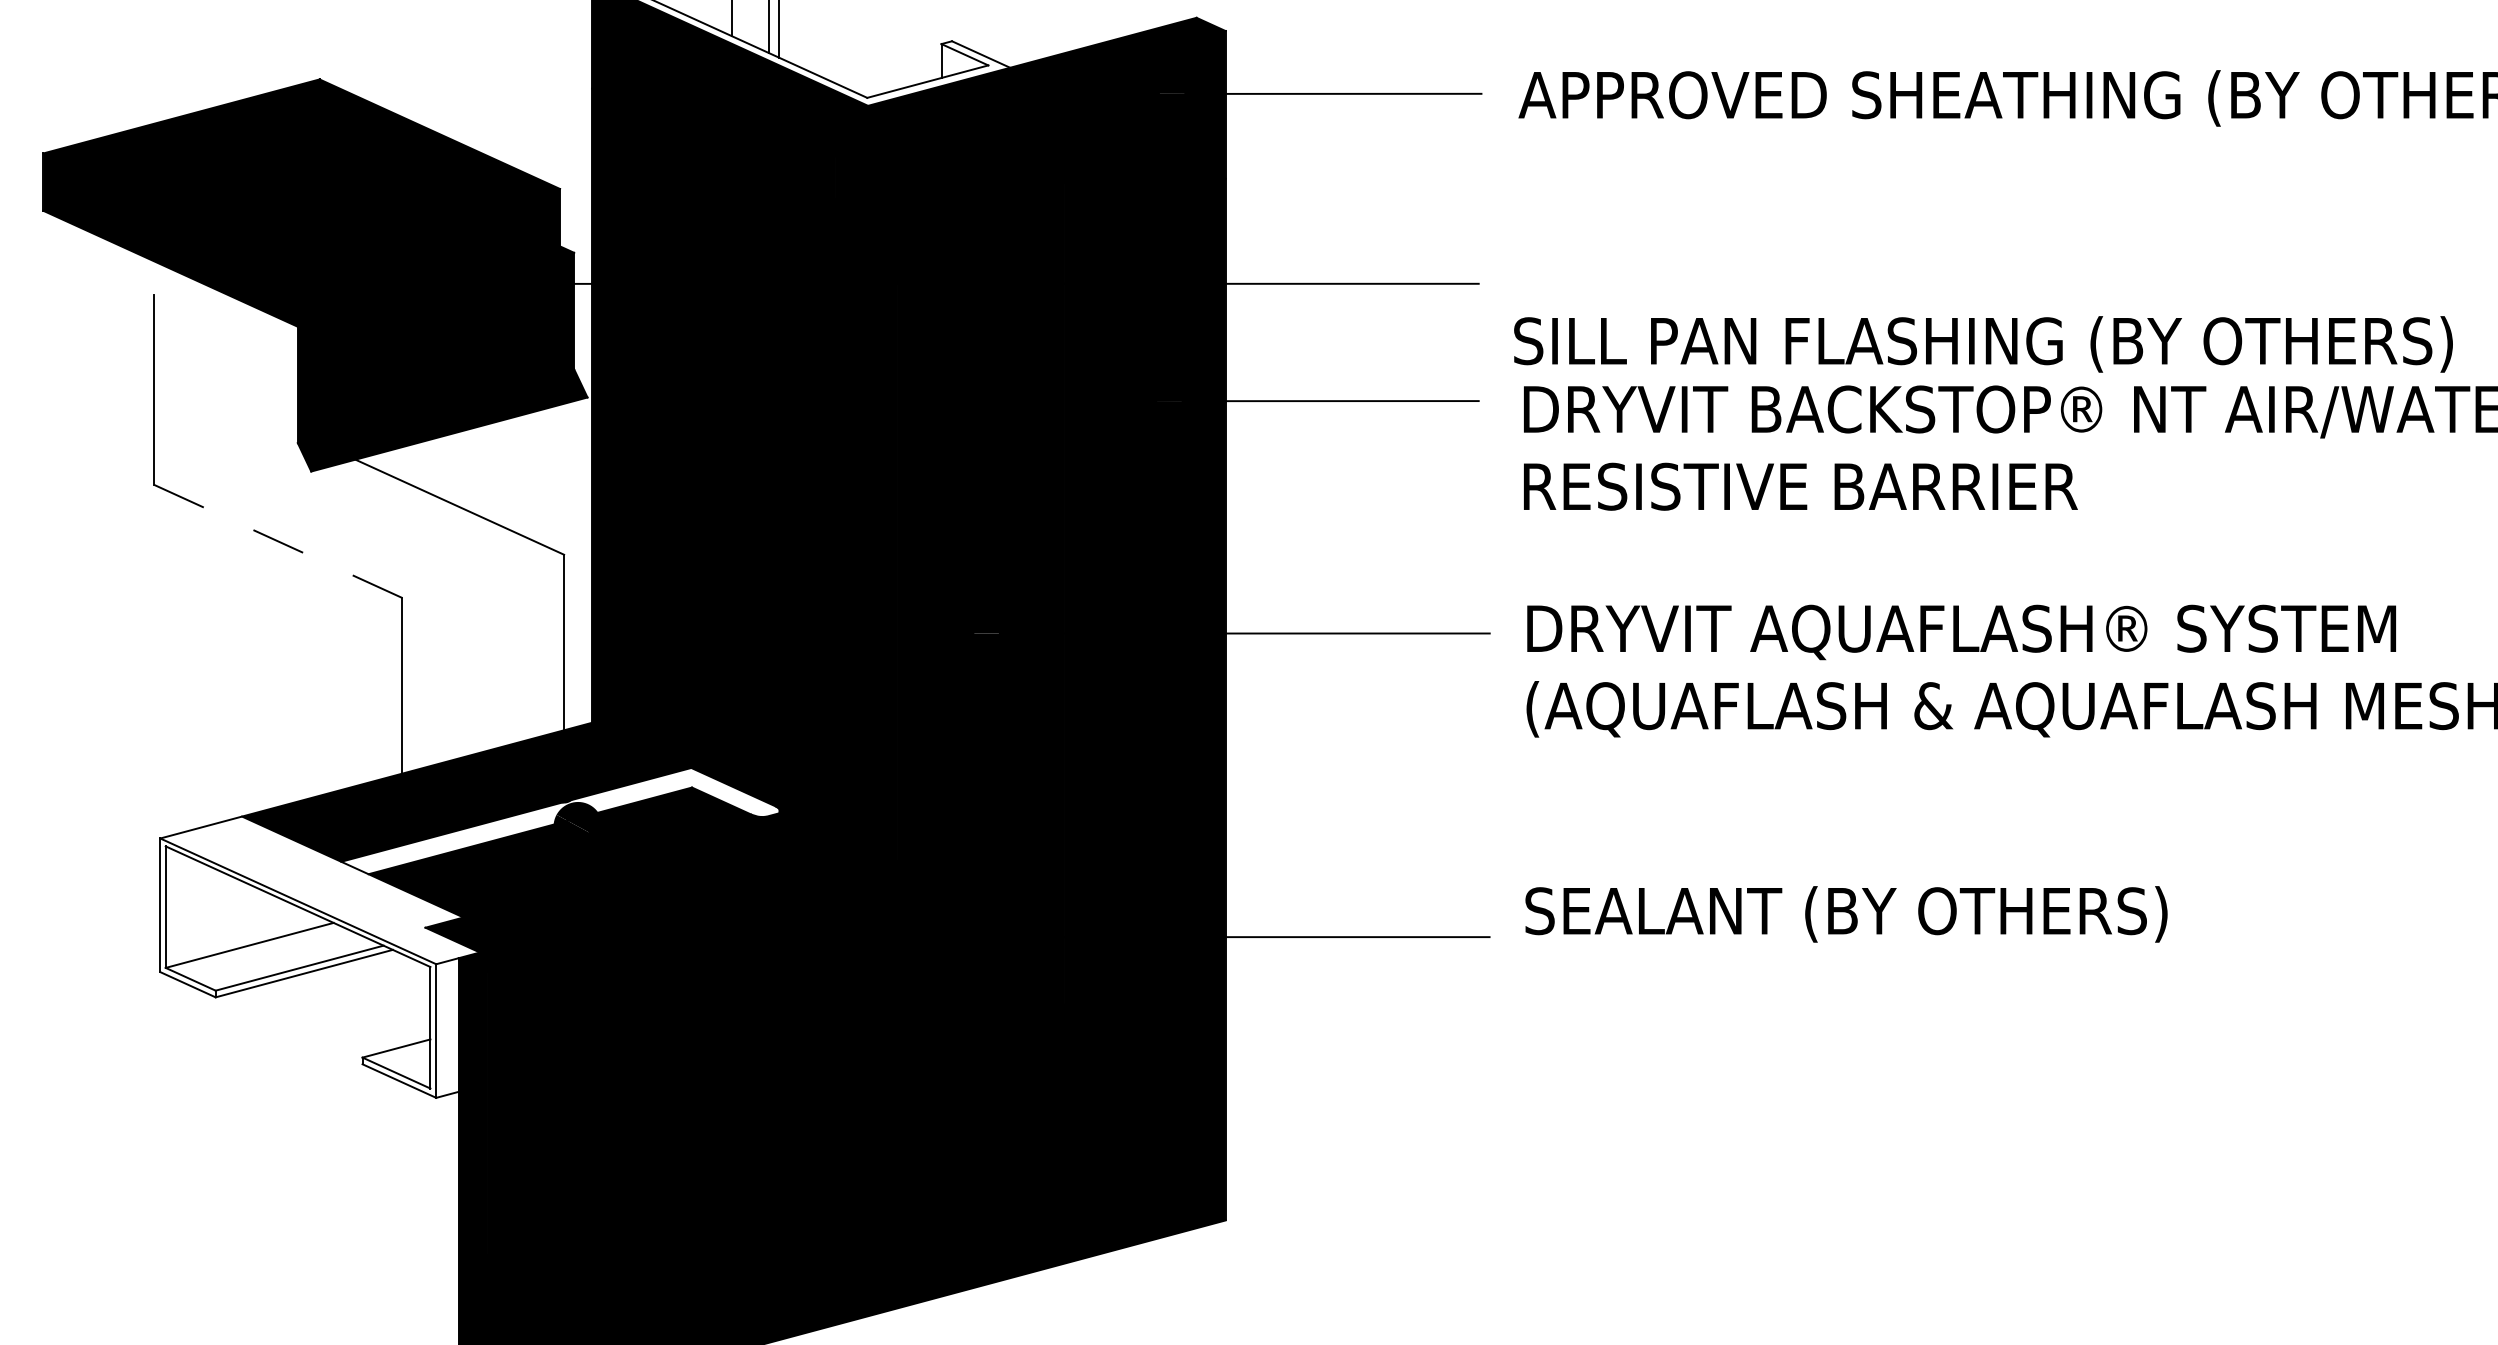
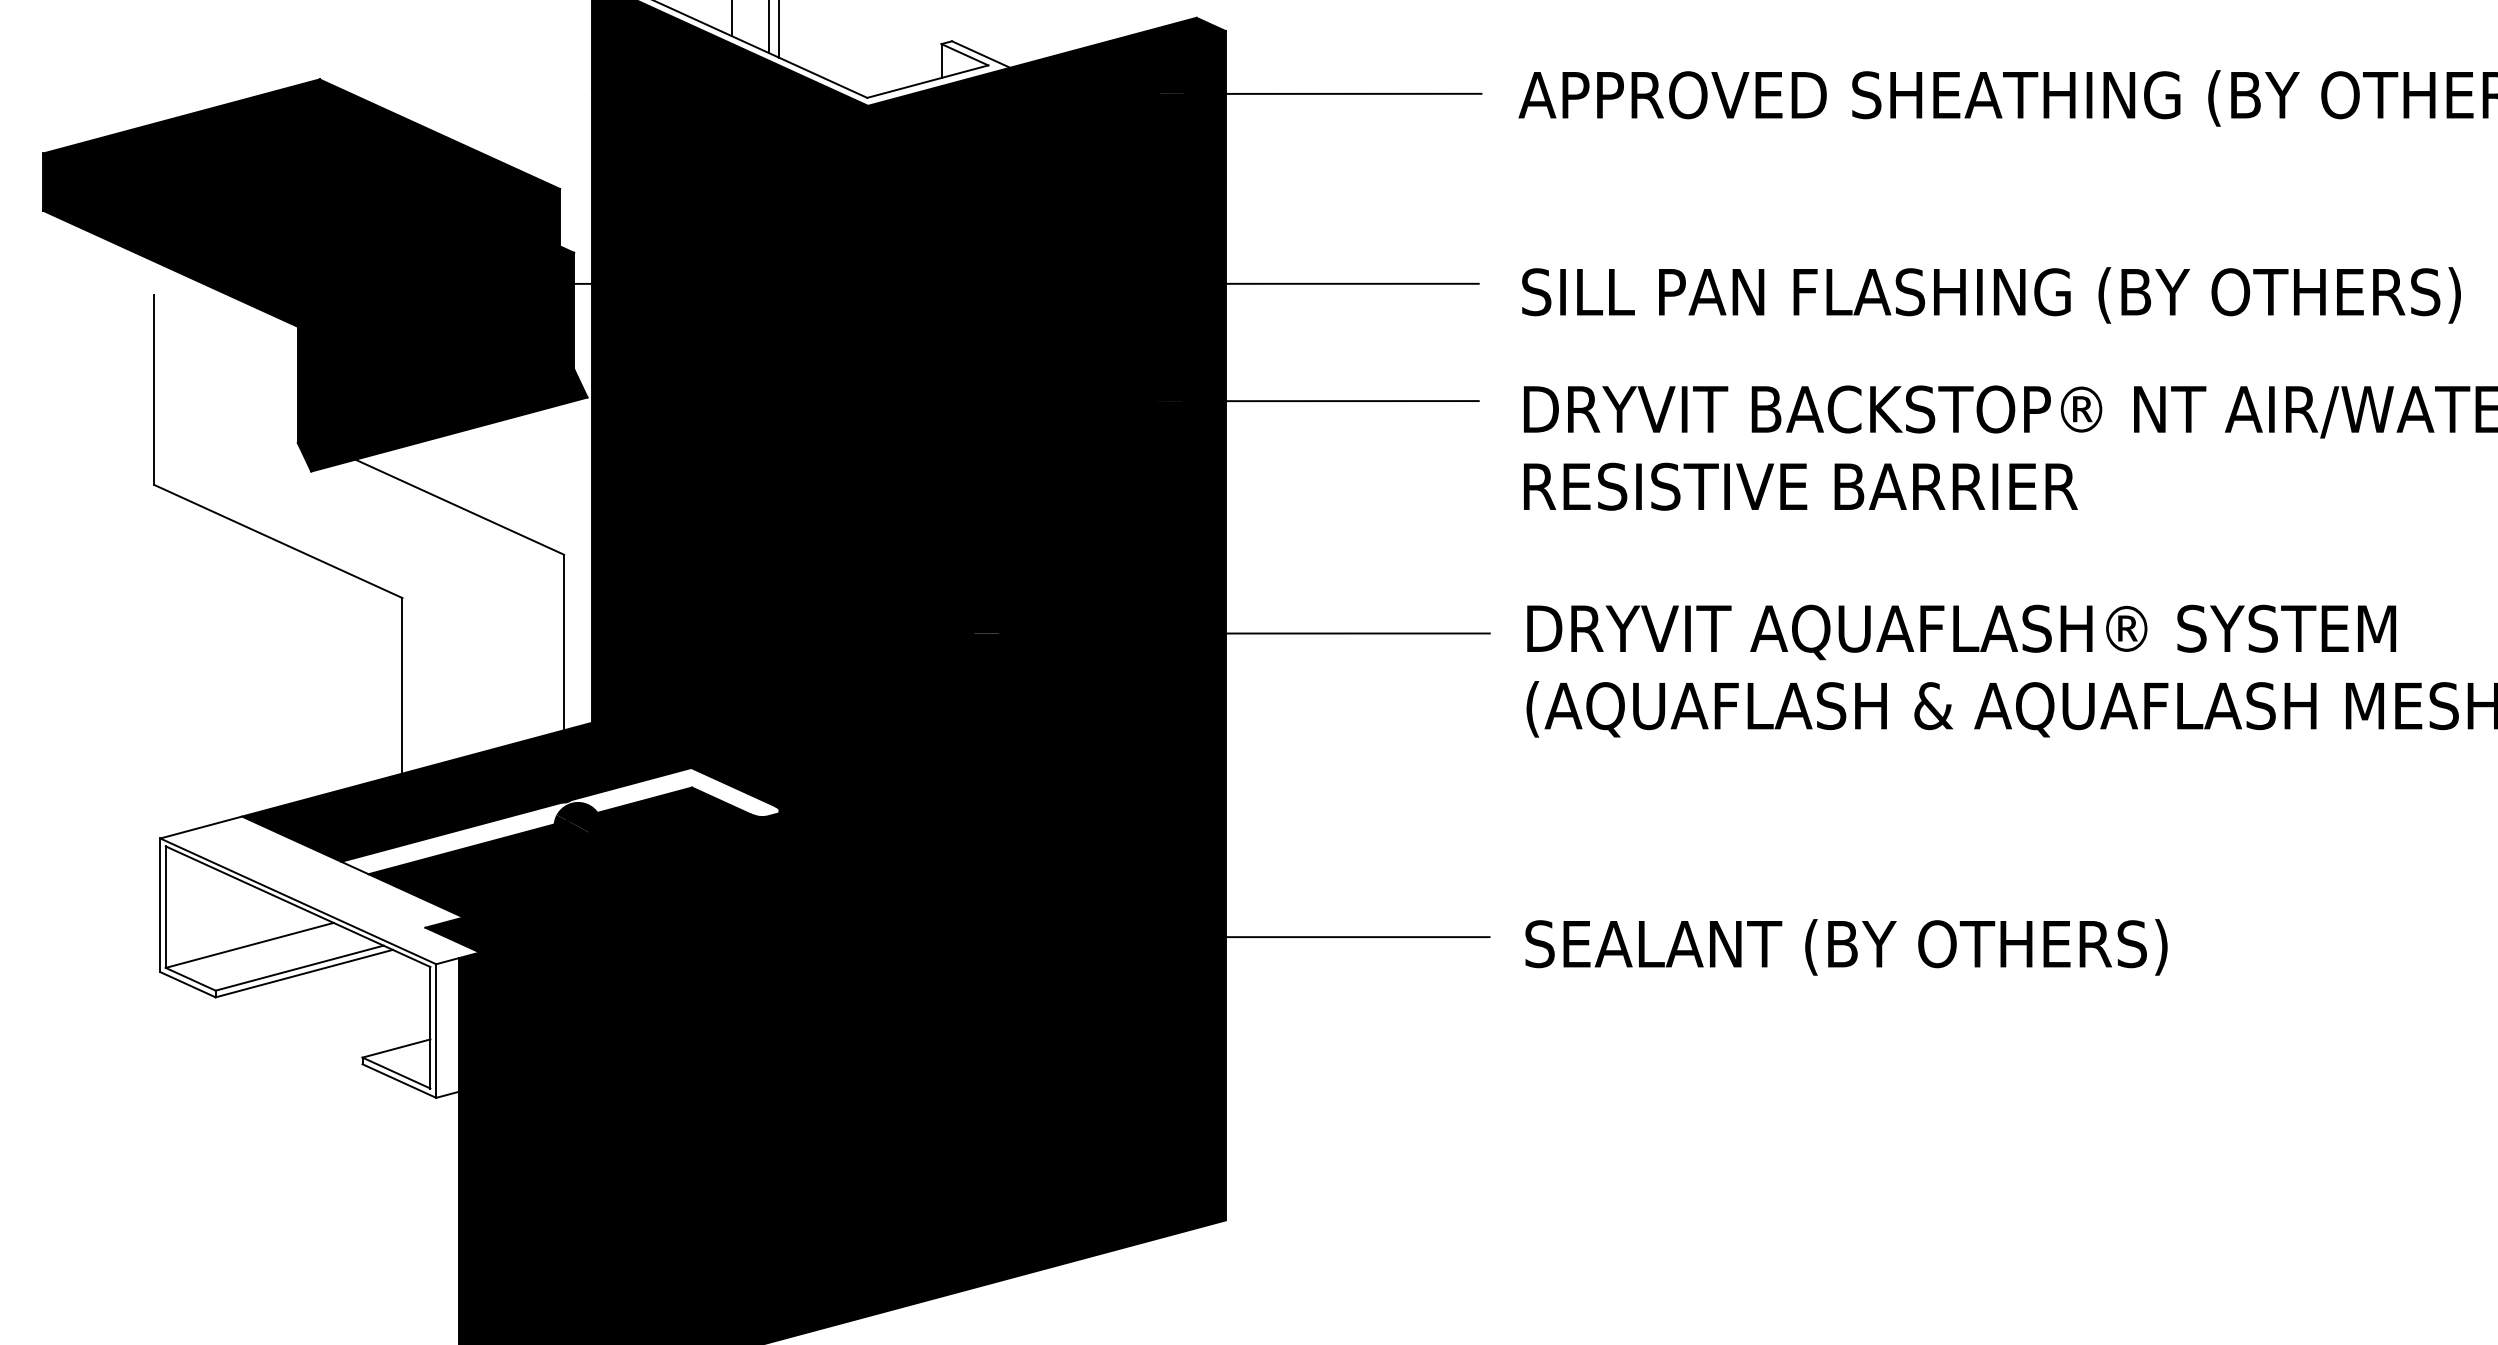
text at (1983, 344) position: (1983, 344) -> (1991, 295)
line at (278, 541): dashed -> solid
text at (1846, 914) position: (1846, 914) -> (1846, 947)
